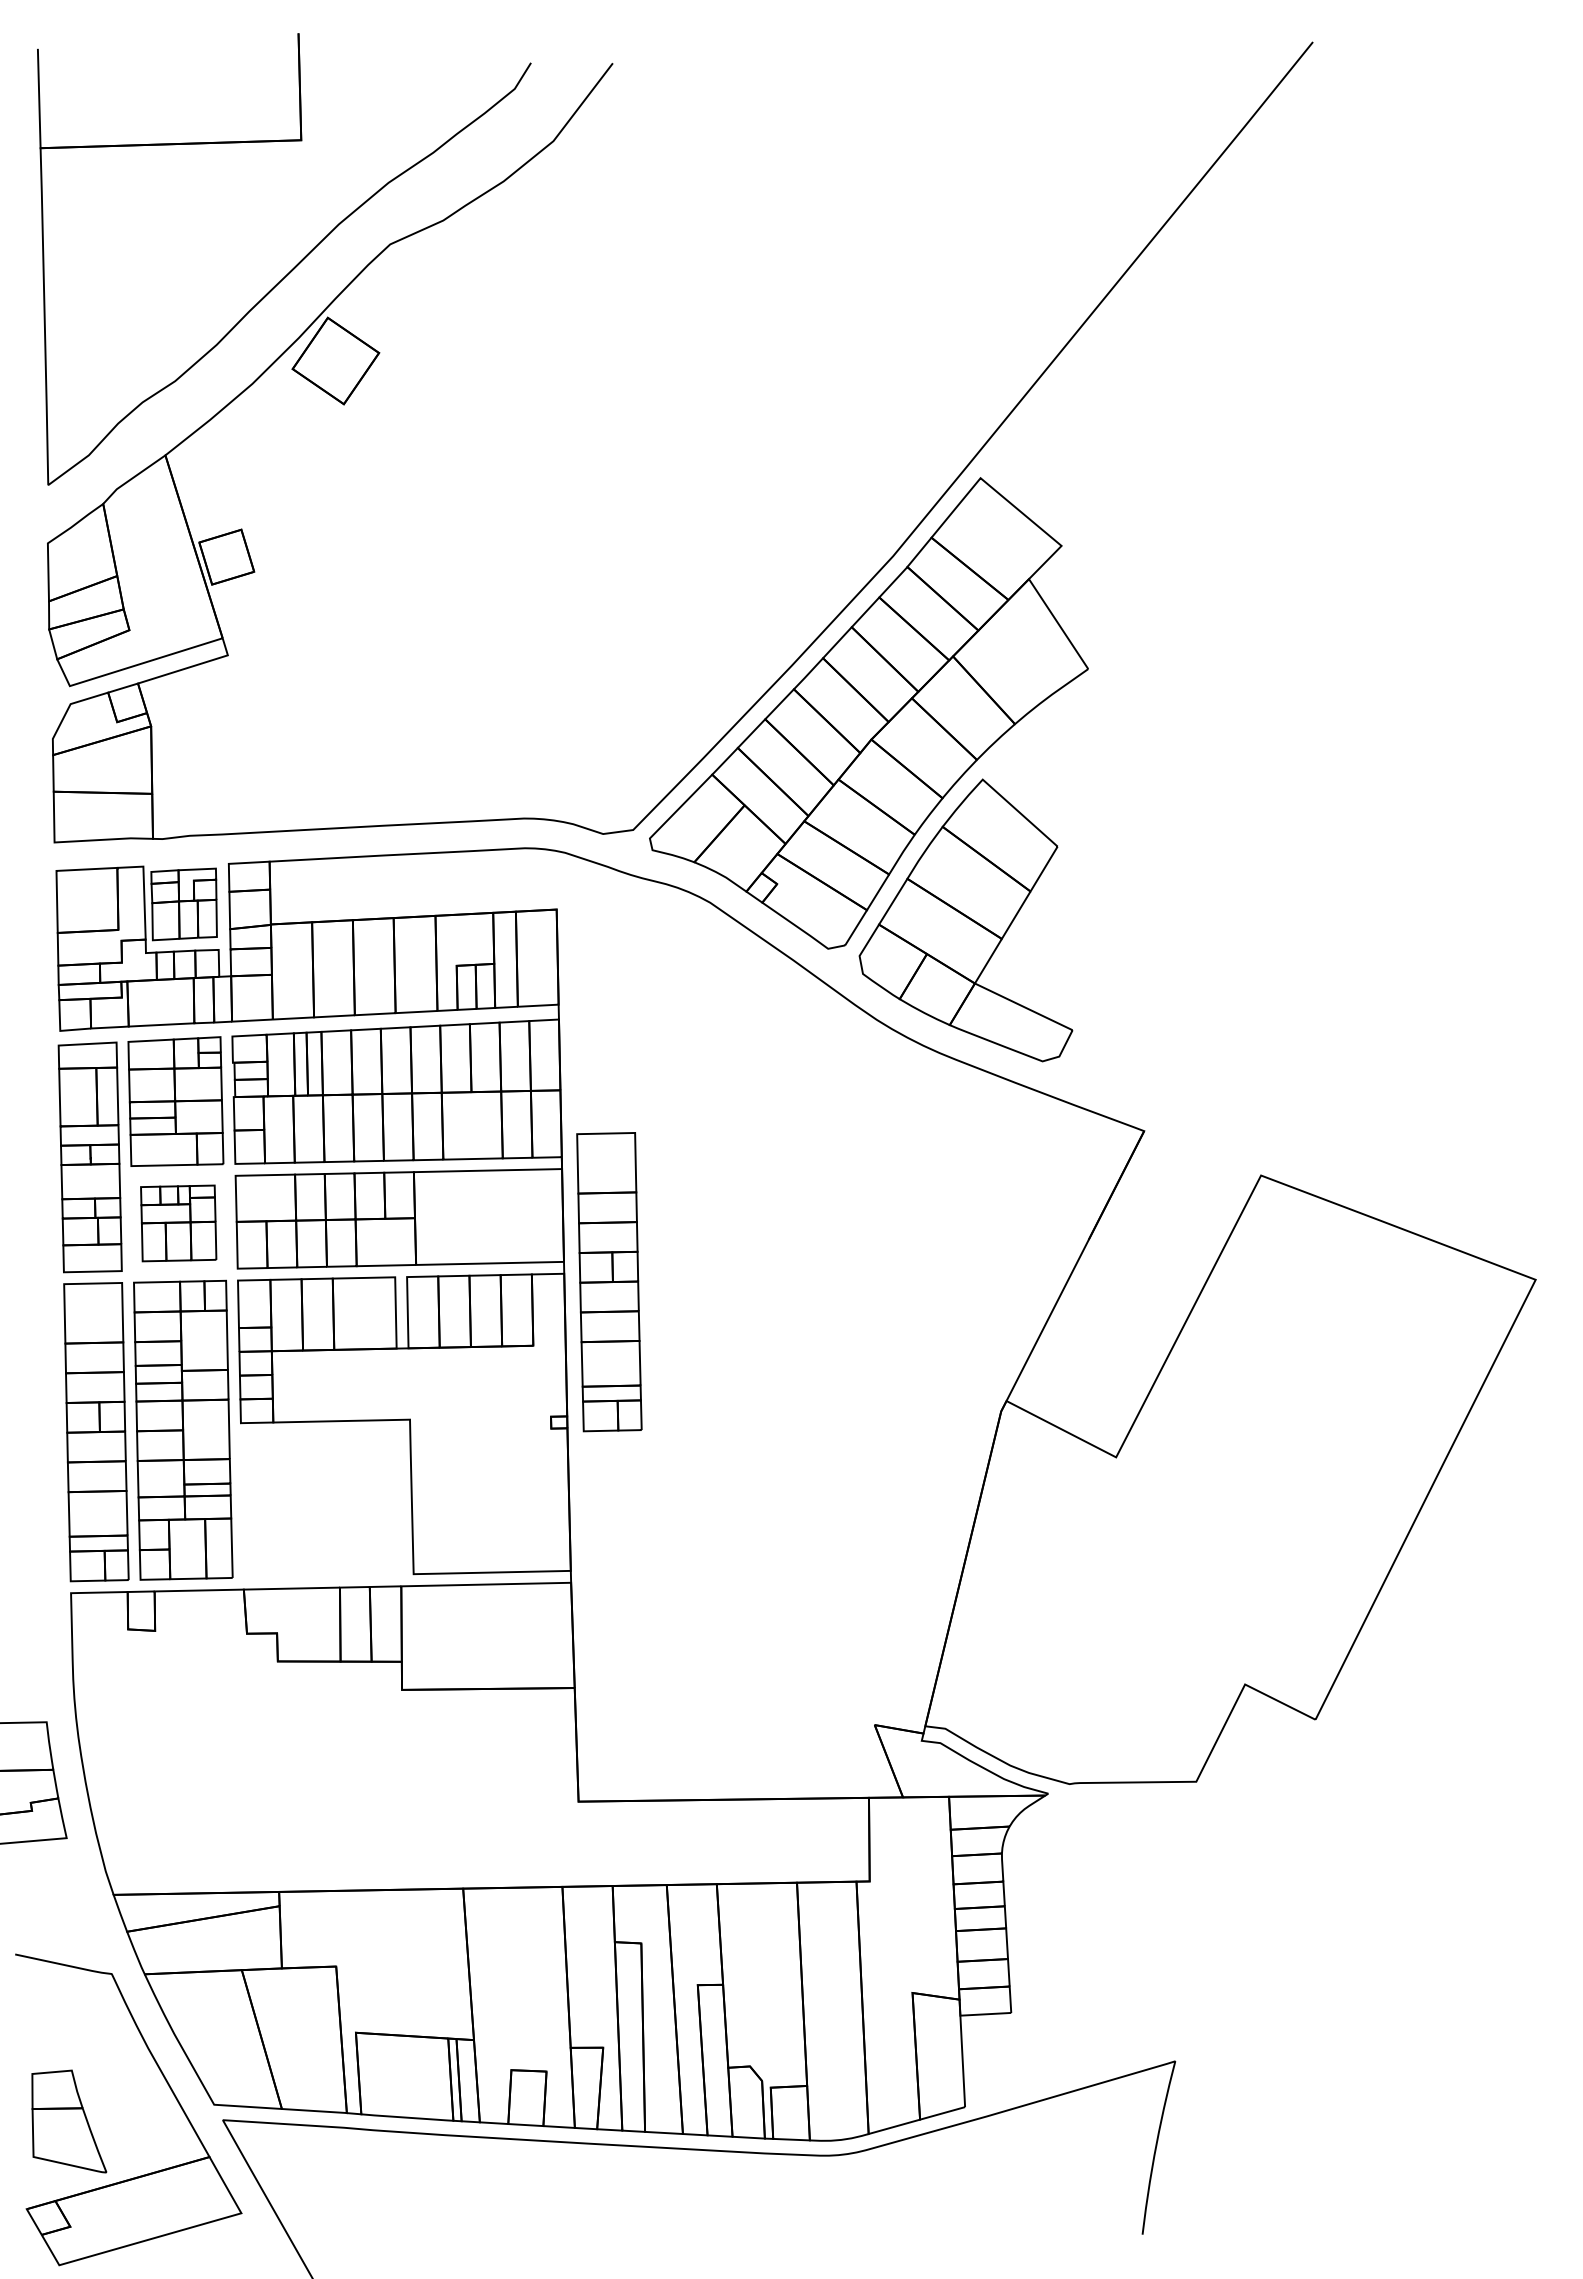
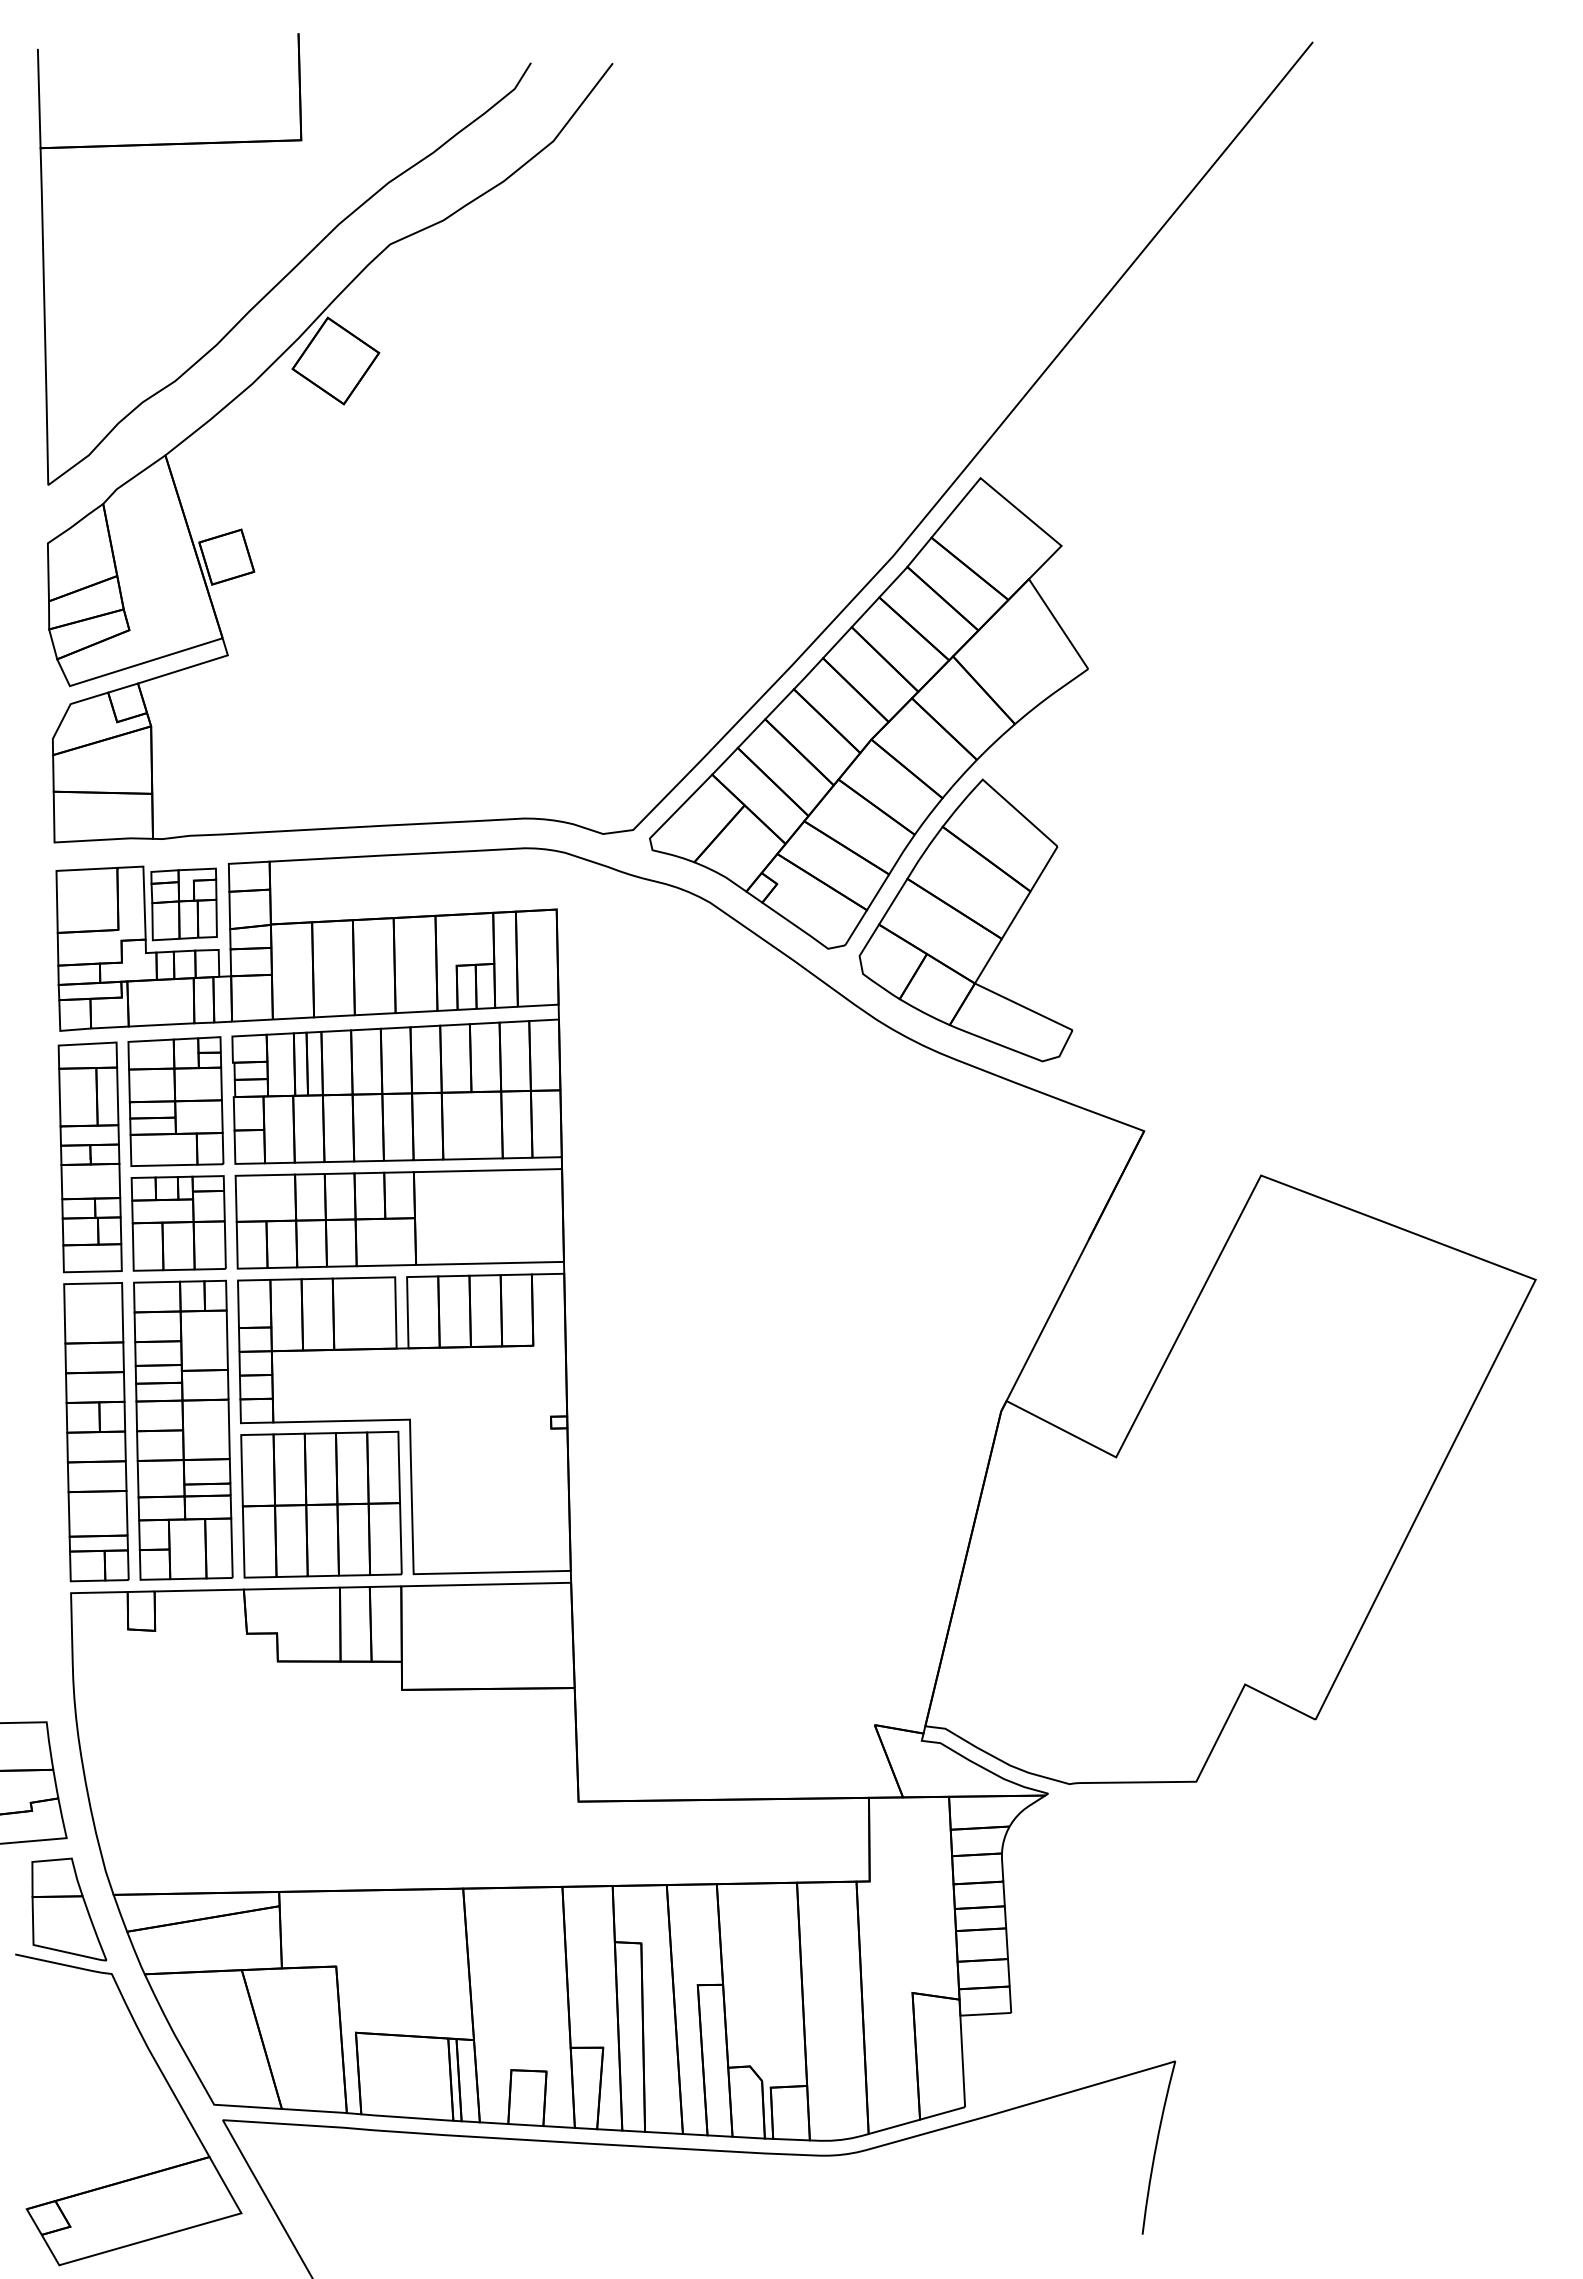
part at (178, 1223) size: 78x79 px -> 97x97 px
part at (609, 1282): present -> none
part at (321, 1504): none -> present
part at (69, 2121) position: (69, 2121) -> (69, 1909)
